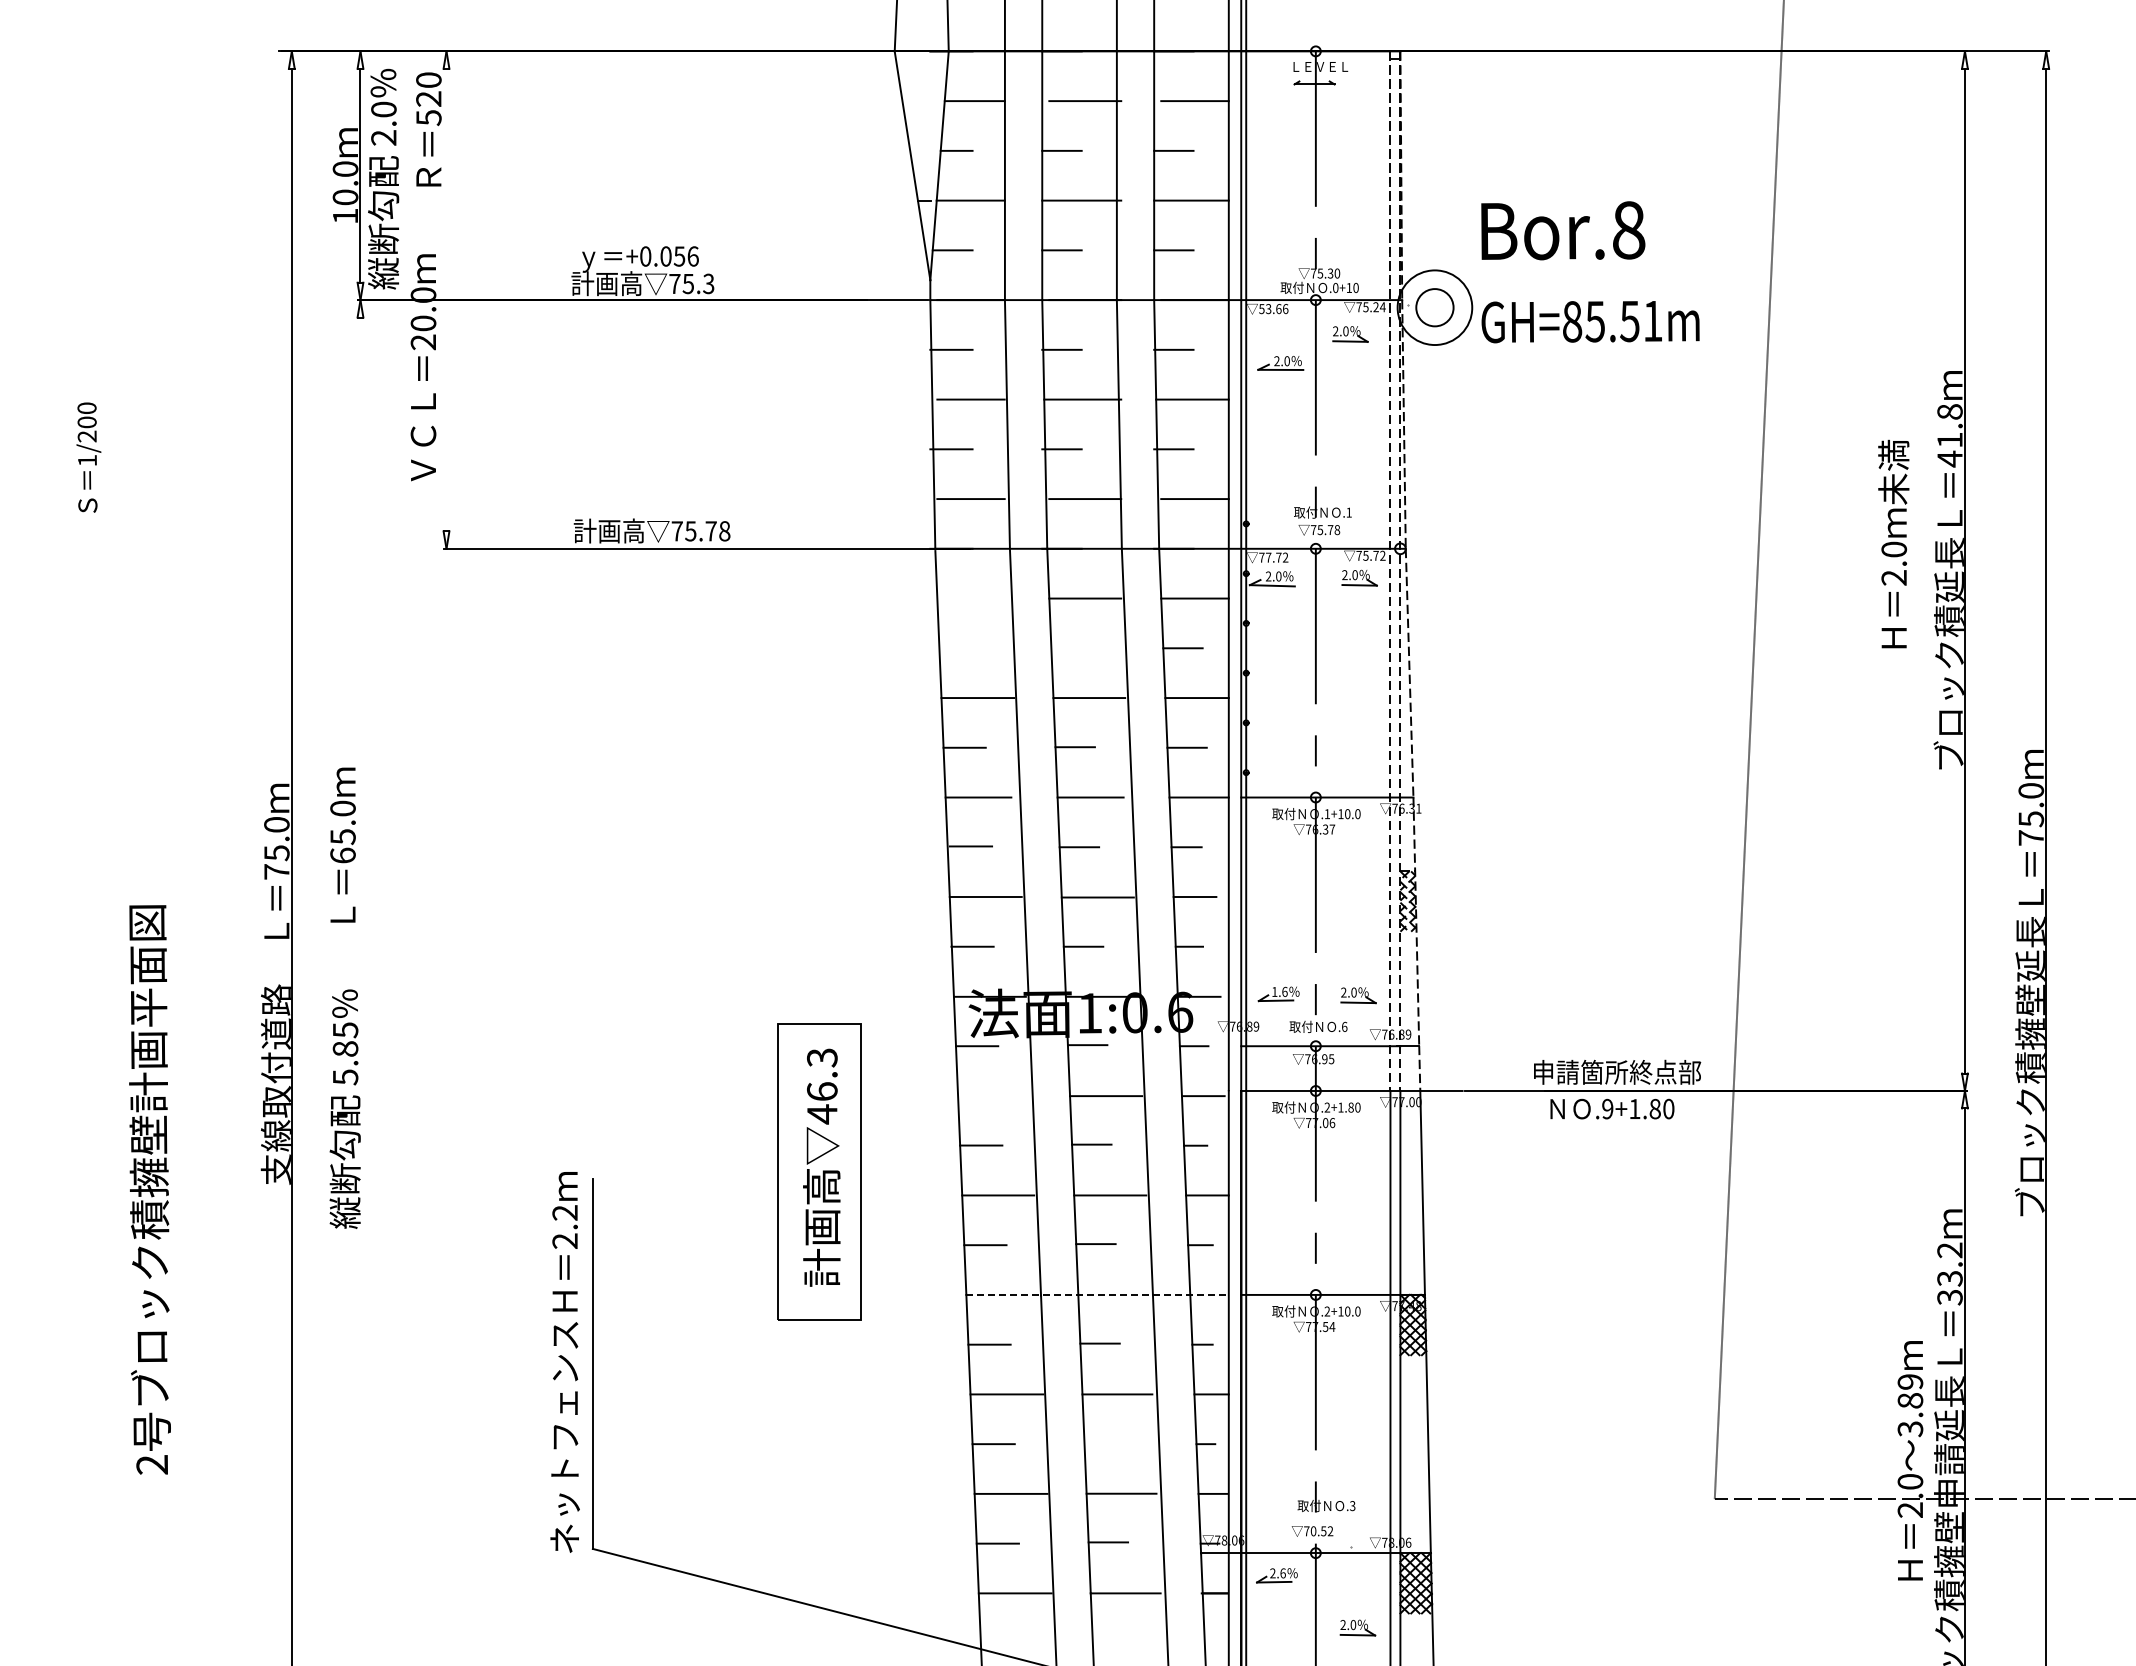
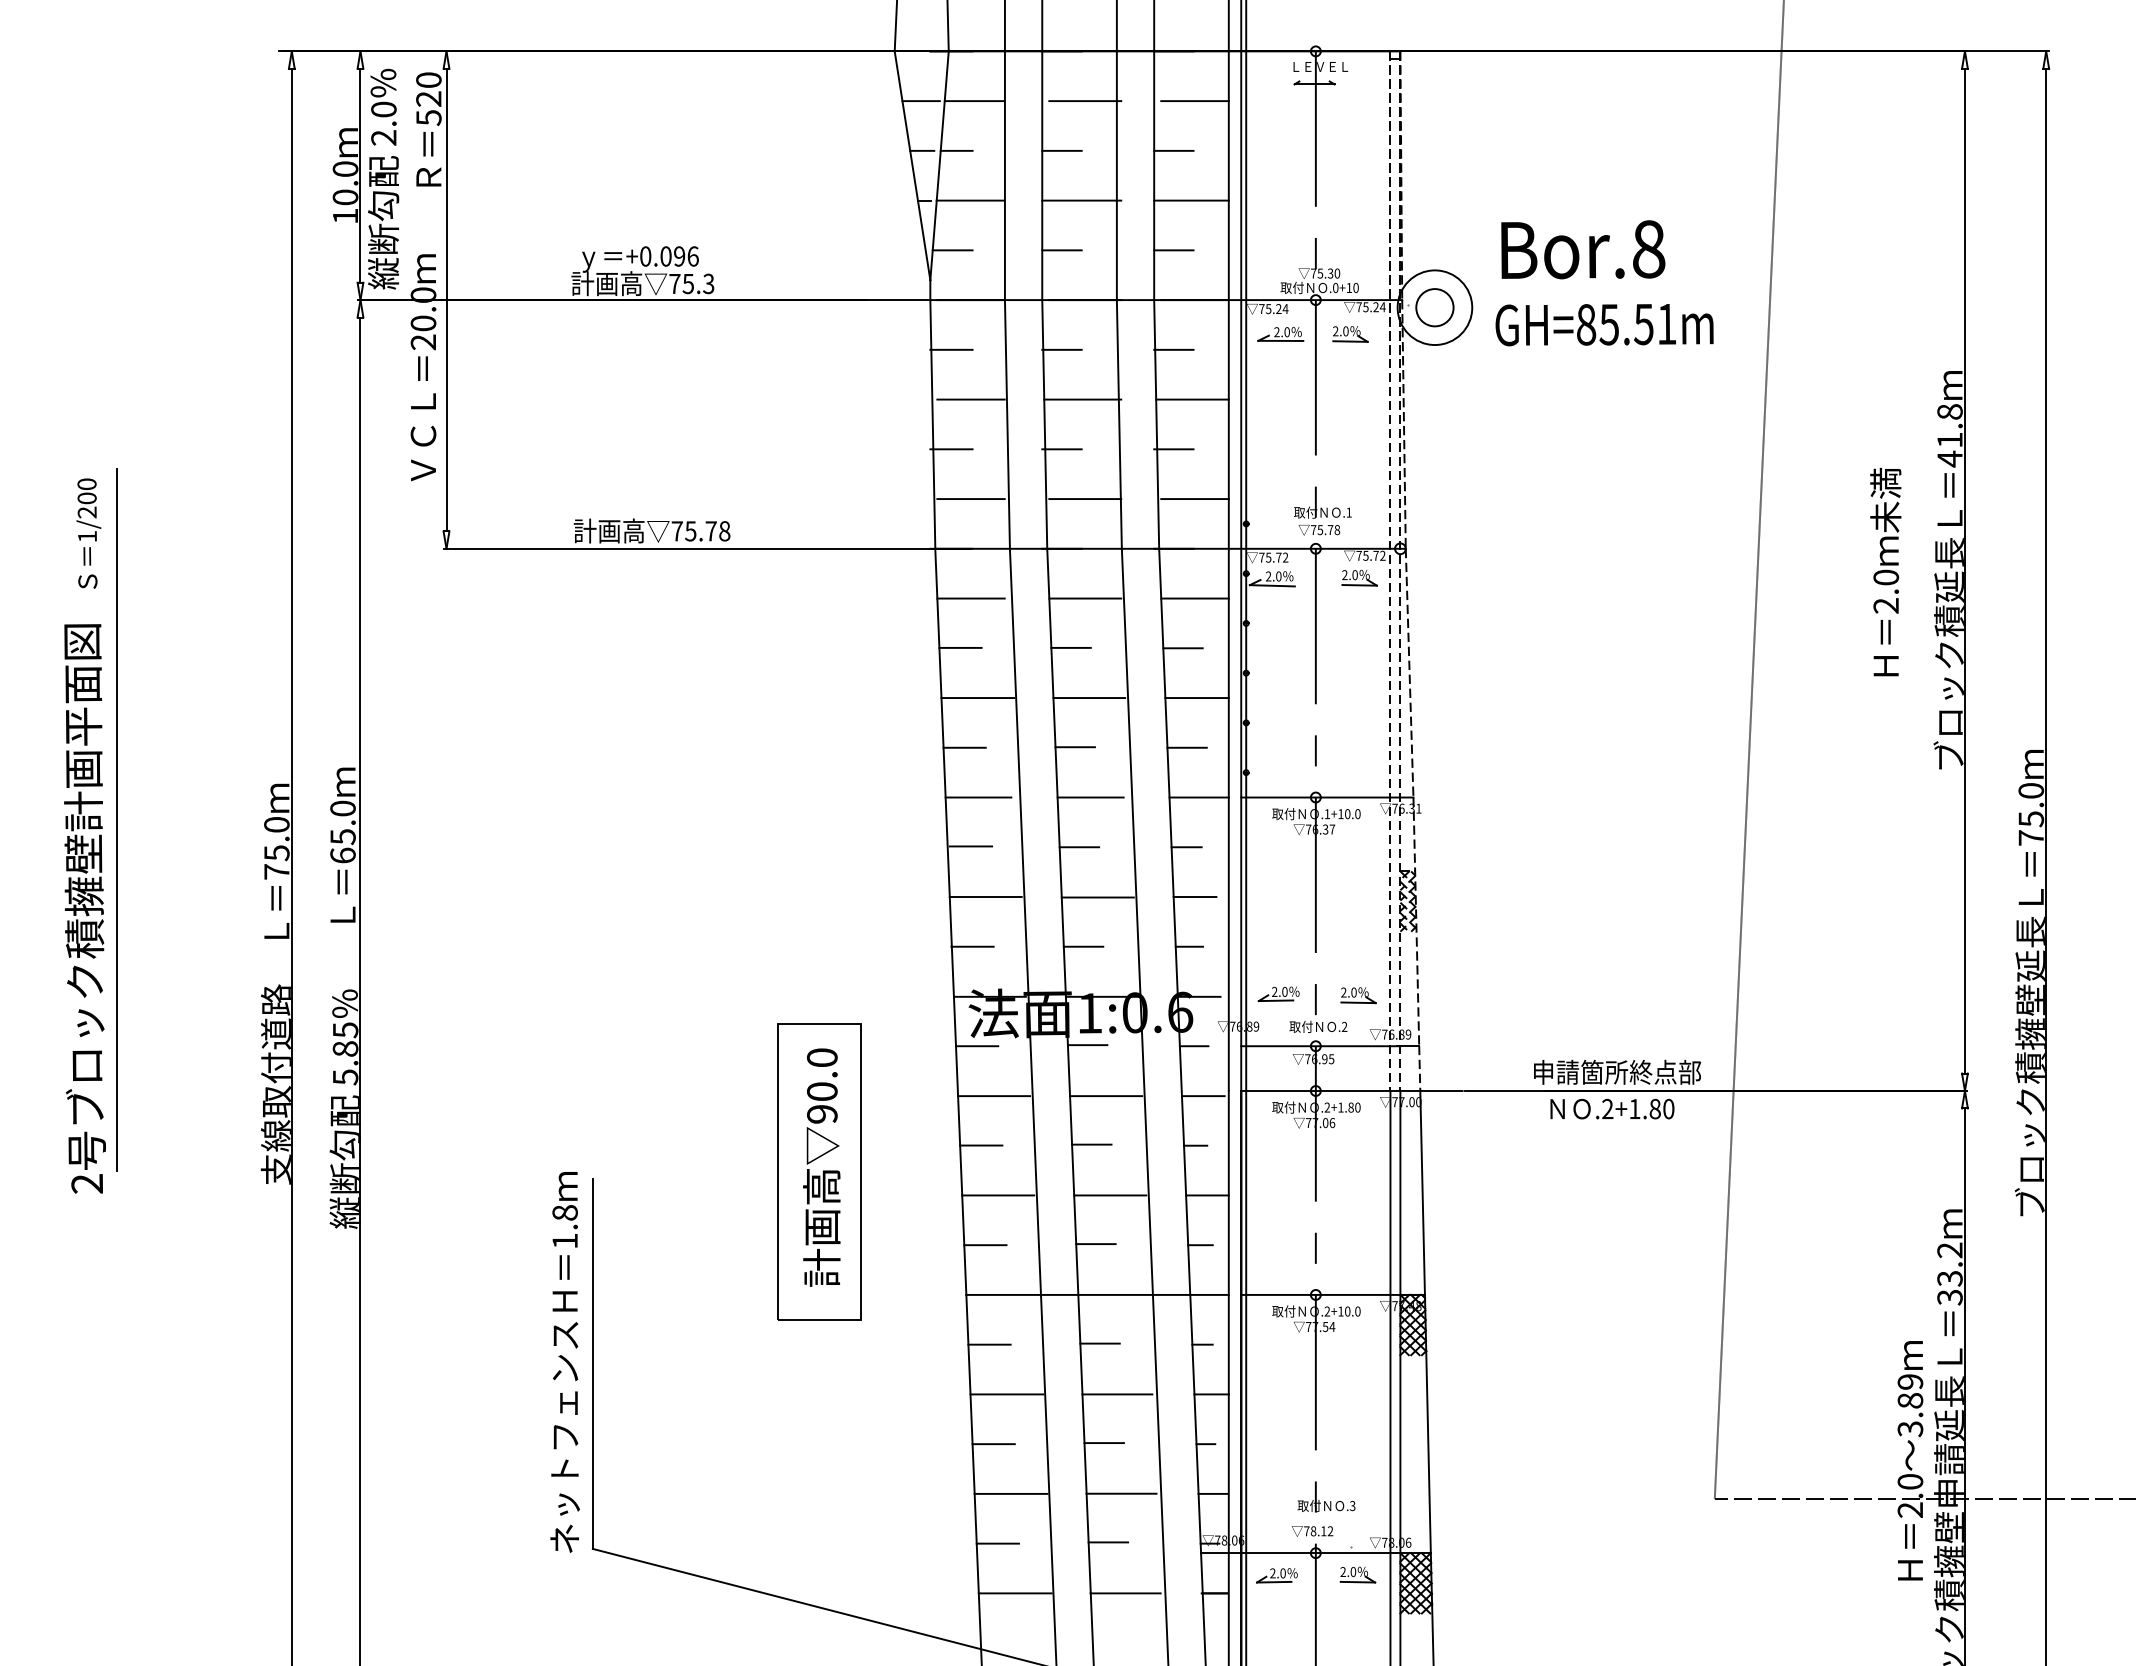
line at (920, 101): none -> present
line at (922, 150): none -> present
text at (1563, 230) position: (1563, 230) -> (1583, 249)
text at (679, 256): +0.056 -> +0.096
line at (446, 299): none -> present
text at (1273, 309): 53.66 -> 75.24
text at (1590, 322) position: (1590, 322) -> (1604, 325)
part at (1280, 363) position: (1280, 363) -> (1280, 334)
text at (88, 457) position: (88, 457) -> (88, 533)
text at (1893, 543) position: (1893, 543) -> (1885, 571)
text at (1268, 557): 77.72 -> 75.72
line at (970, 598): none -> present
line at (960, 647): none -> present
line at (1070, 647): none -> present
line at (117, 820): none -> present
line at (360, 989): none -> present
text at (1279, 991): 1.6 -> 2.0
text at (1344, 1026): .6 -> .2
text at (822, 1086): 46.3 -> 90.0
line at (994, 1096): none -> present
text at (1607, 1109): .9+1.80 -> .2+1.80
text at (149, 1189) position: (149, 1189) -> (84, 908)
text at (564, 1226): 2.2 -> 1.8
line at (1098, 1294): dashed -> solid
line at (1103, 1443): none -> present
text at (1318, 1531): 70.52 -> 78.12
text at (1282, 1573): 2.6 -> 2.0
part at (1357, 1627) position: (1357, 1627) -> (1357, 1574)
